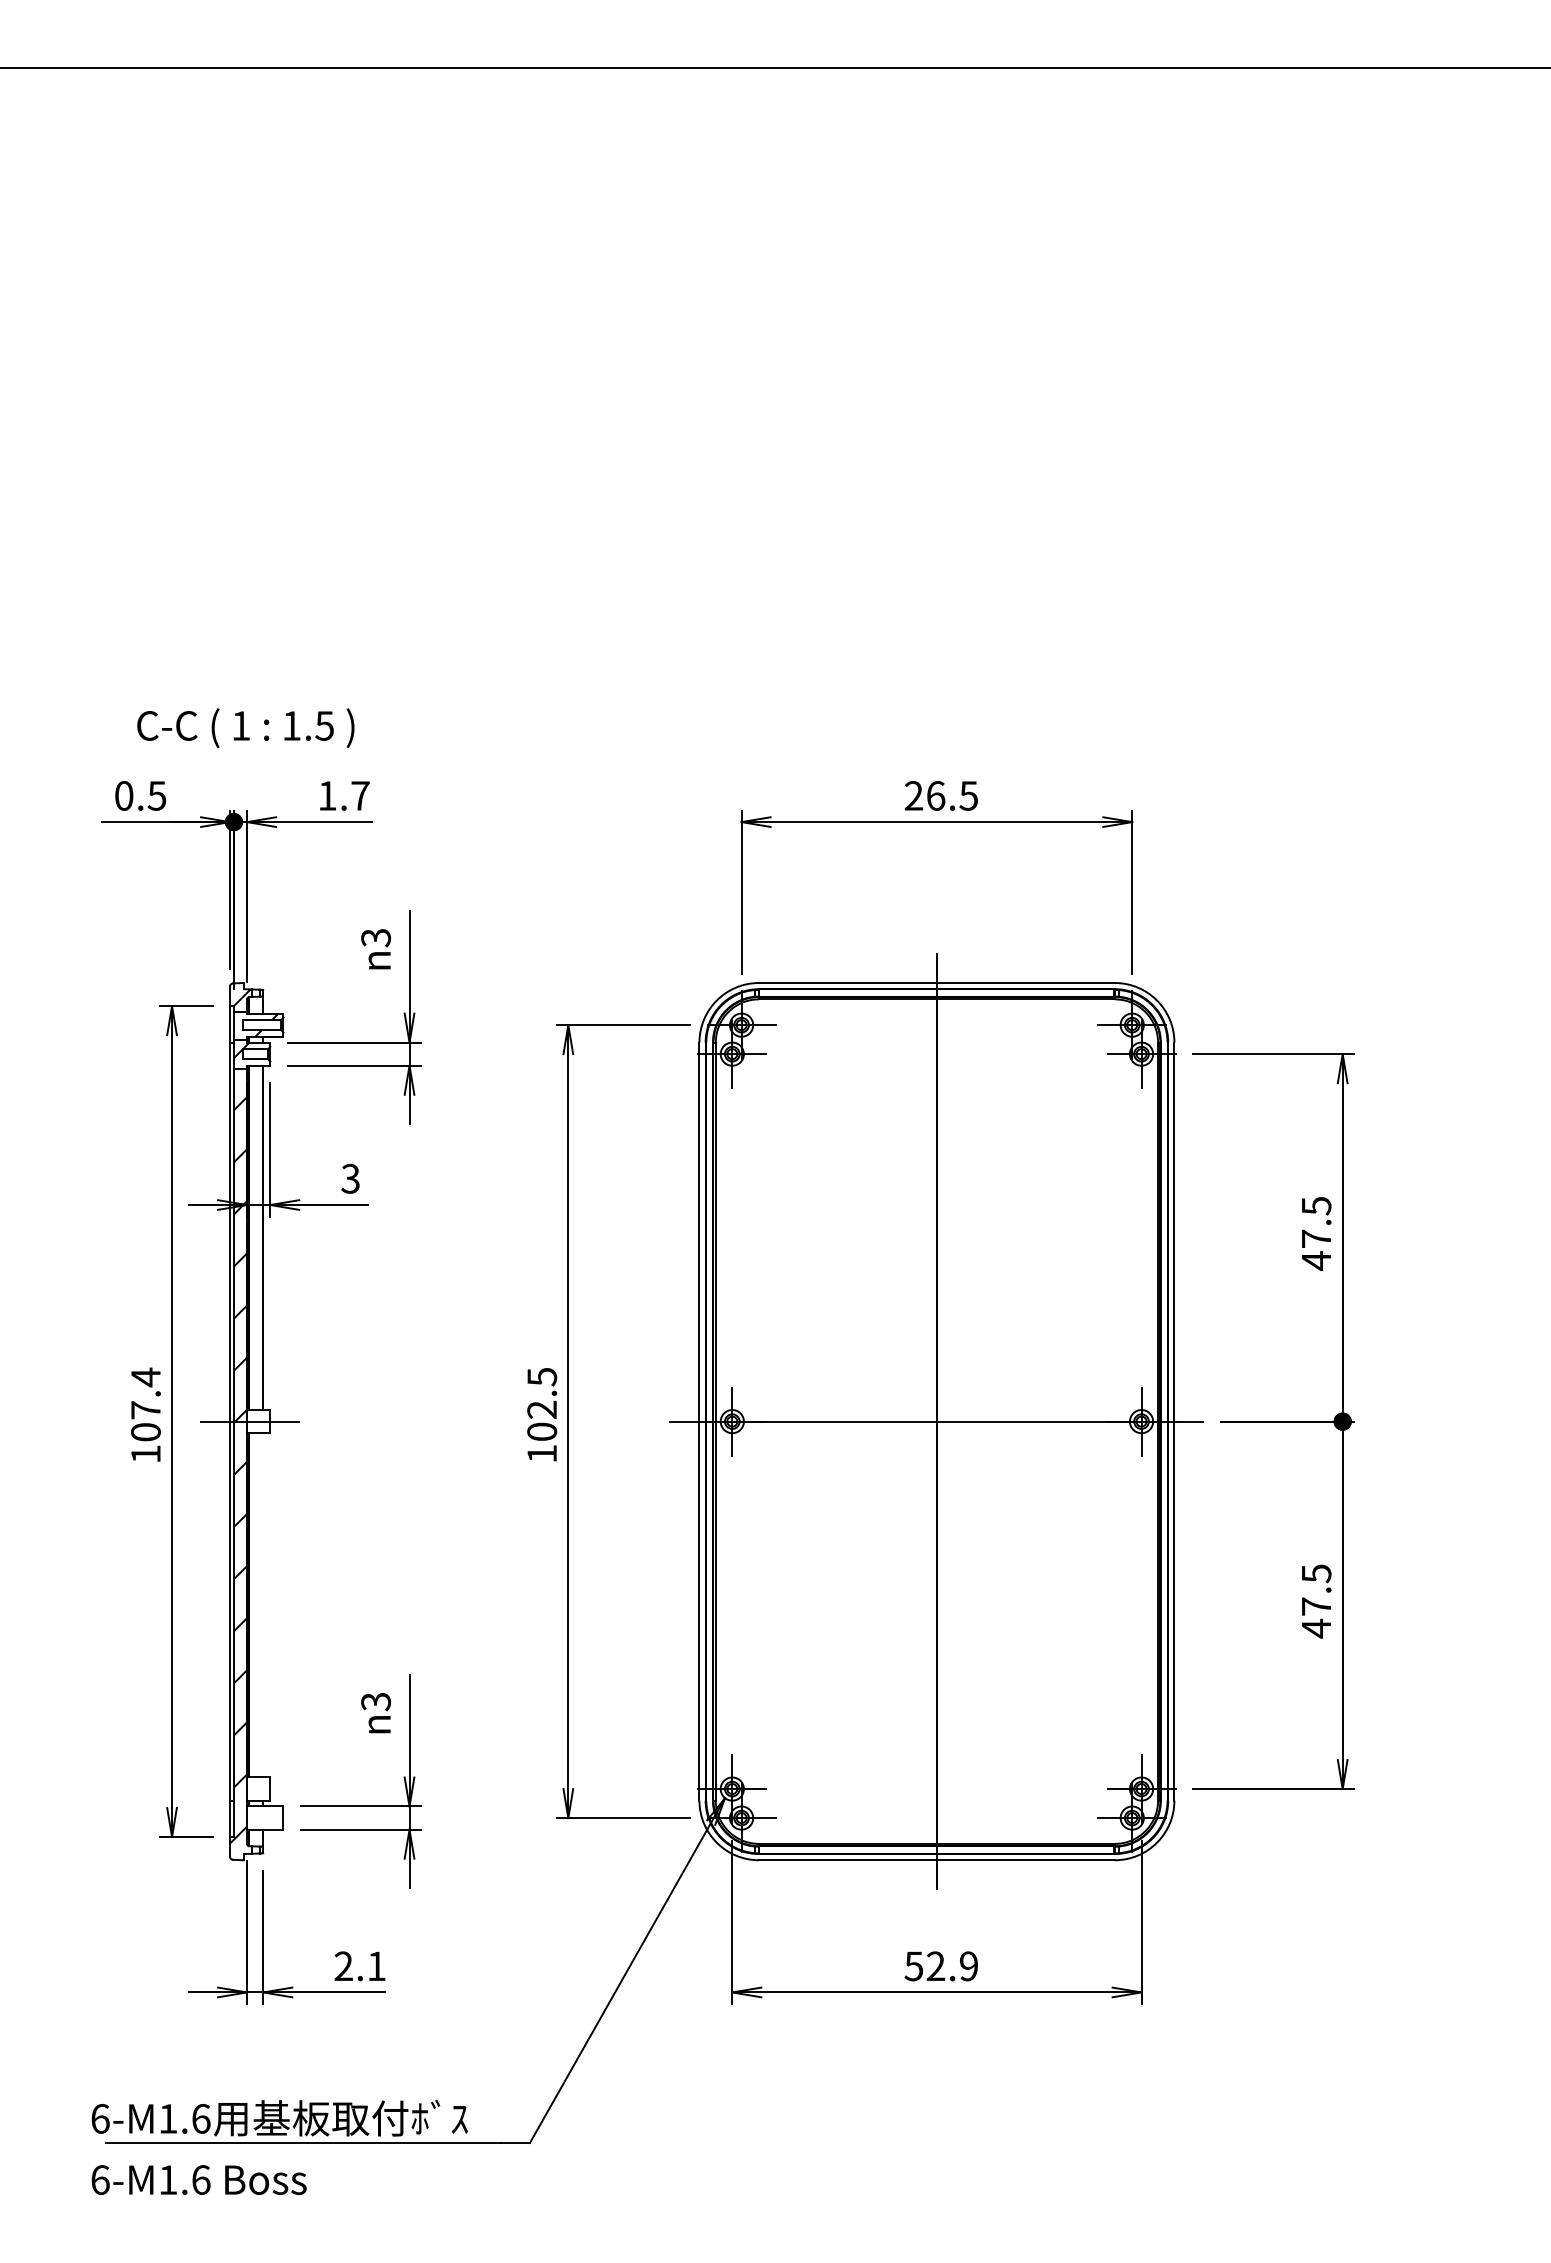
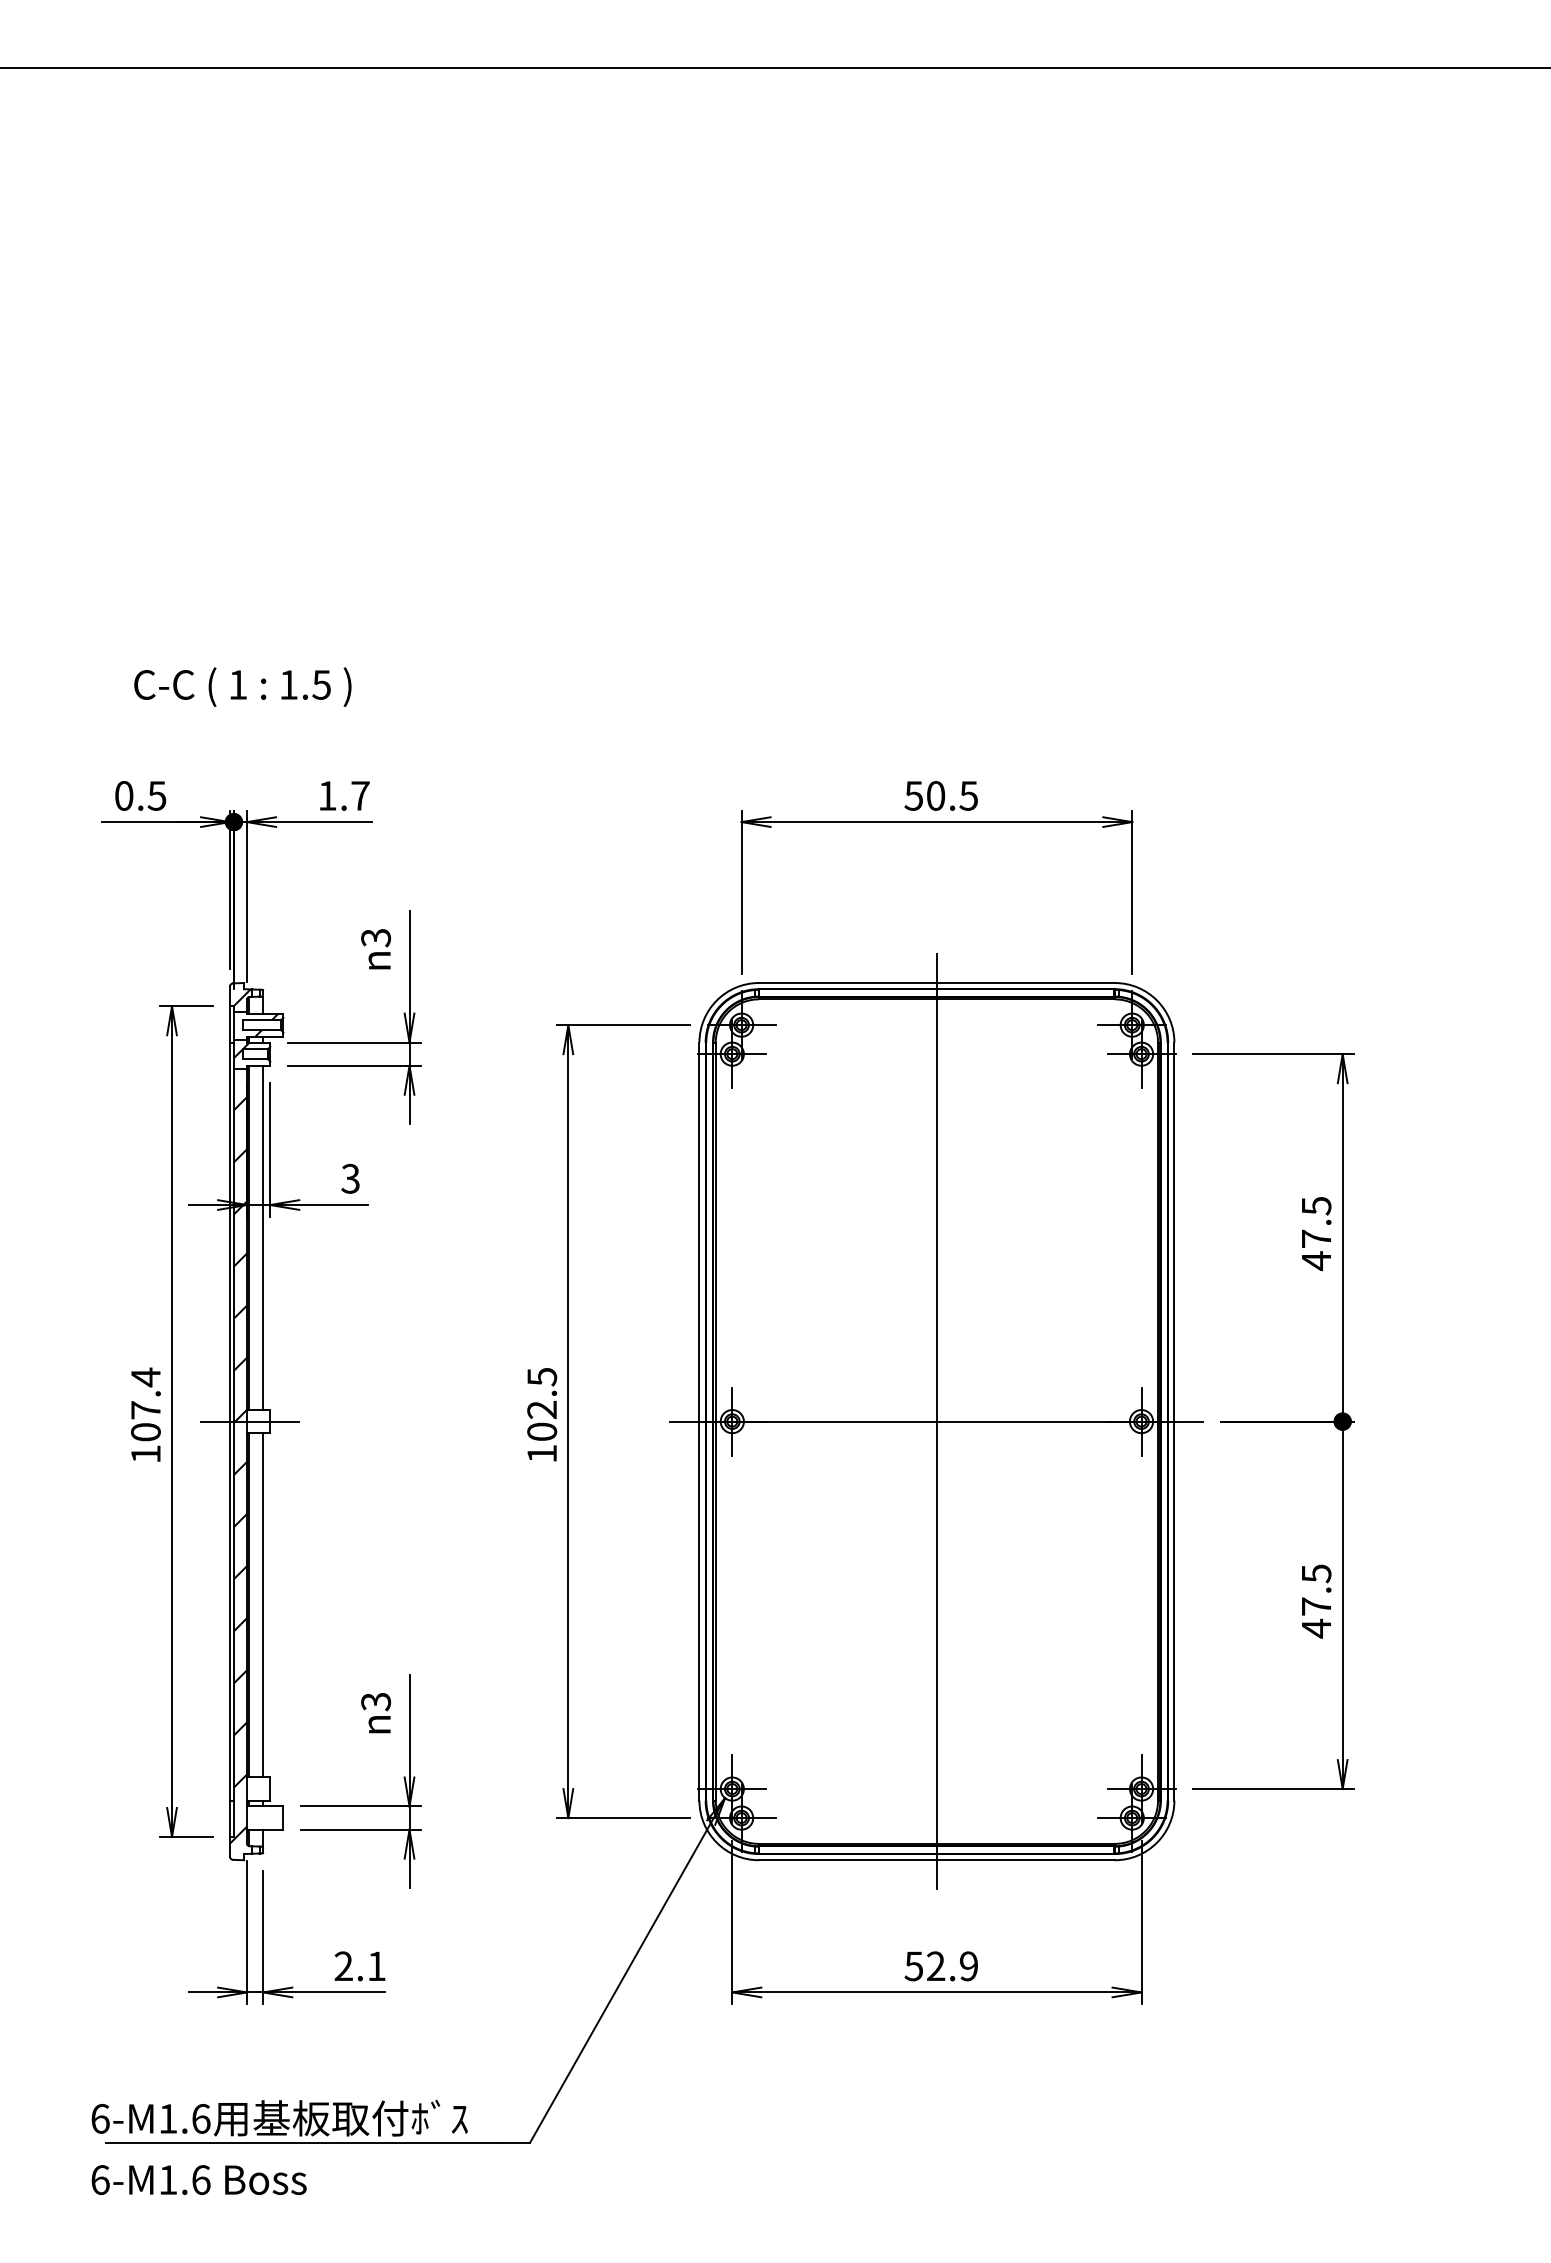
text at (245, 727) position: (245, 727) -> (242, 686)
text at (924, 795): 26.5 -> 50.5
line at (263, 1605): none -> present
